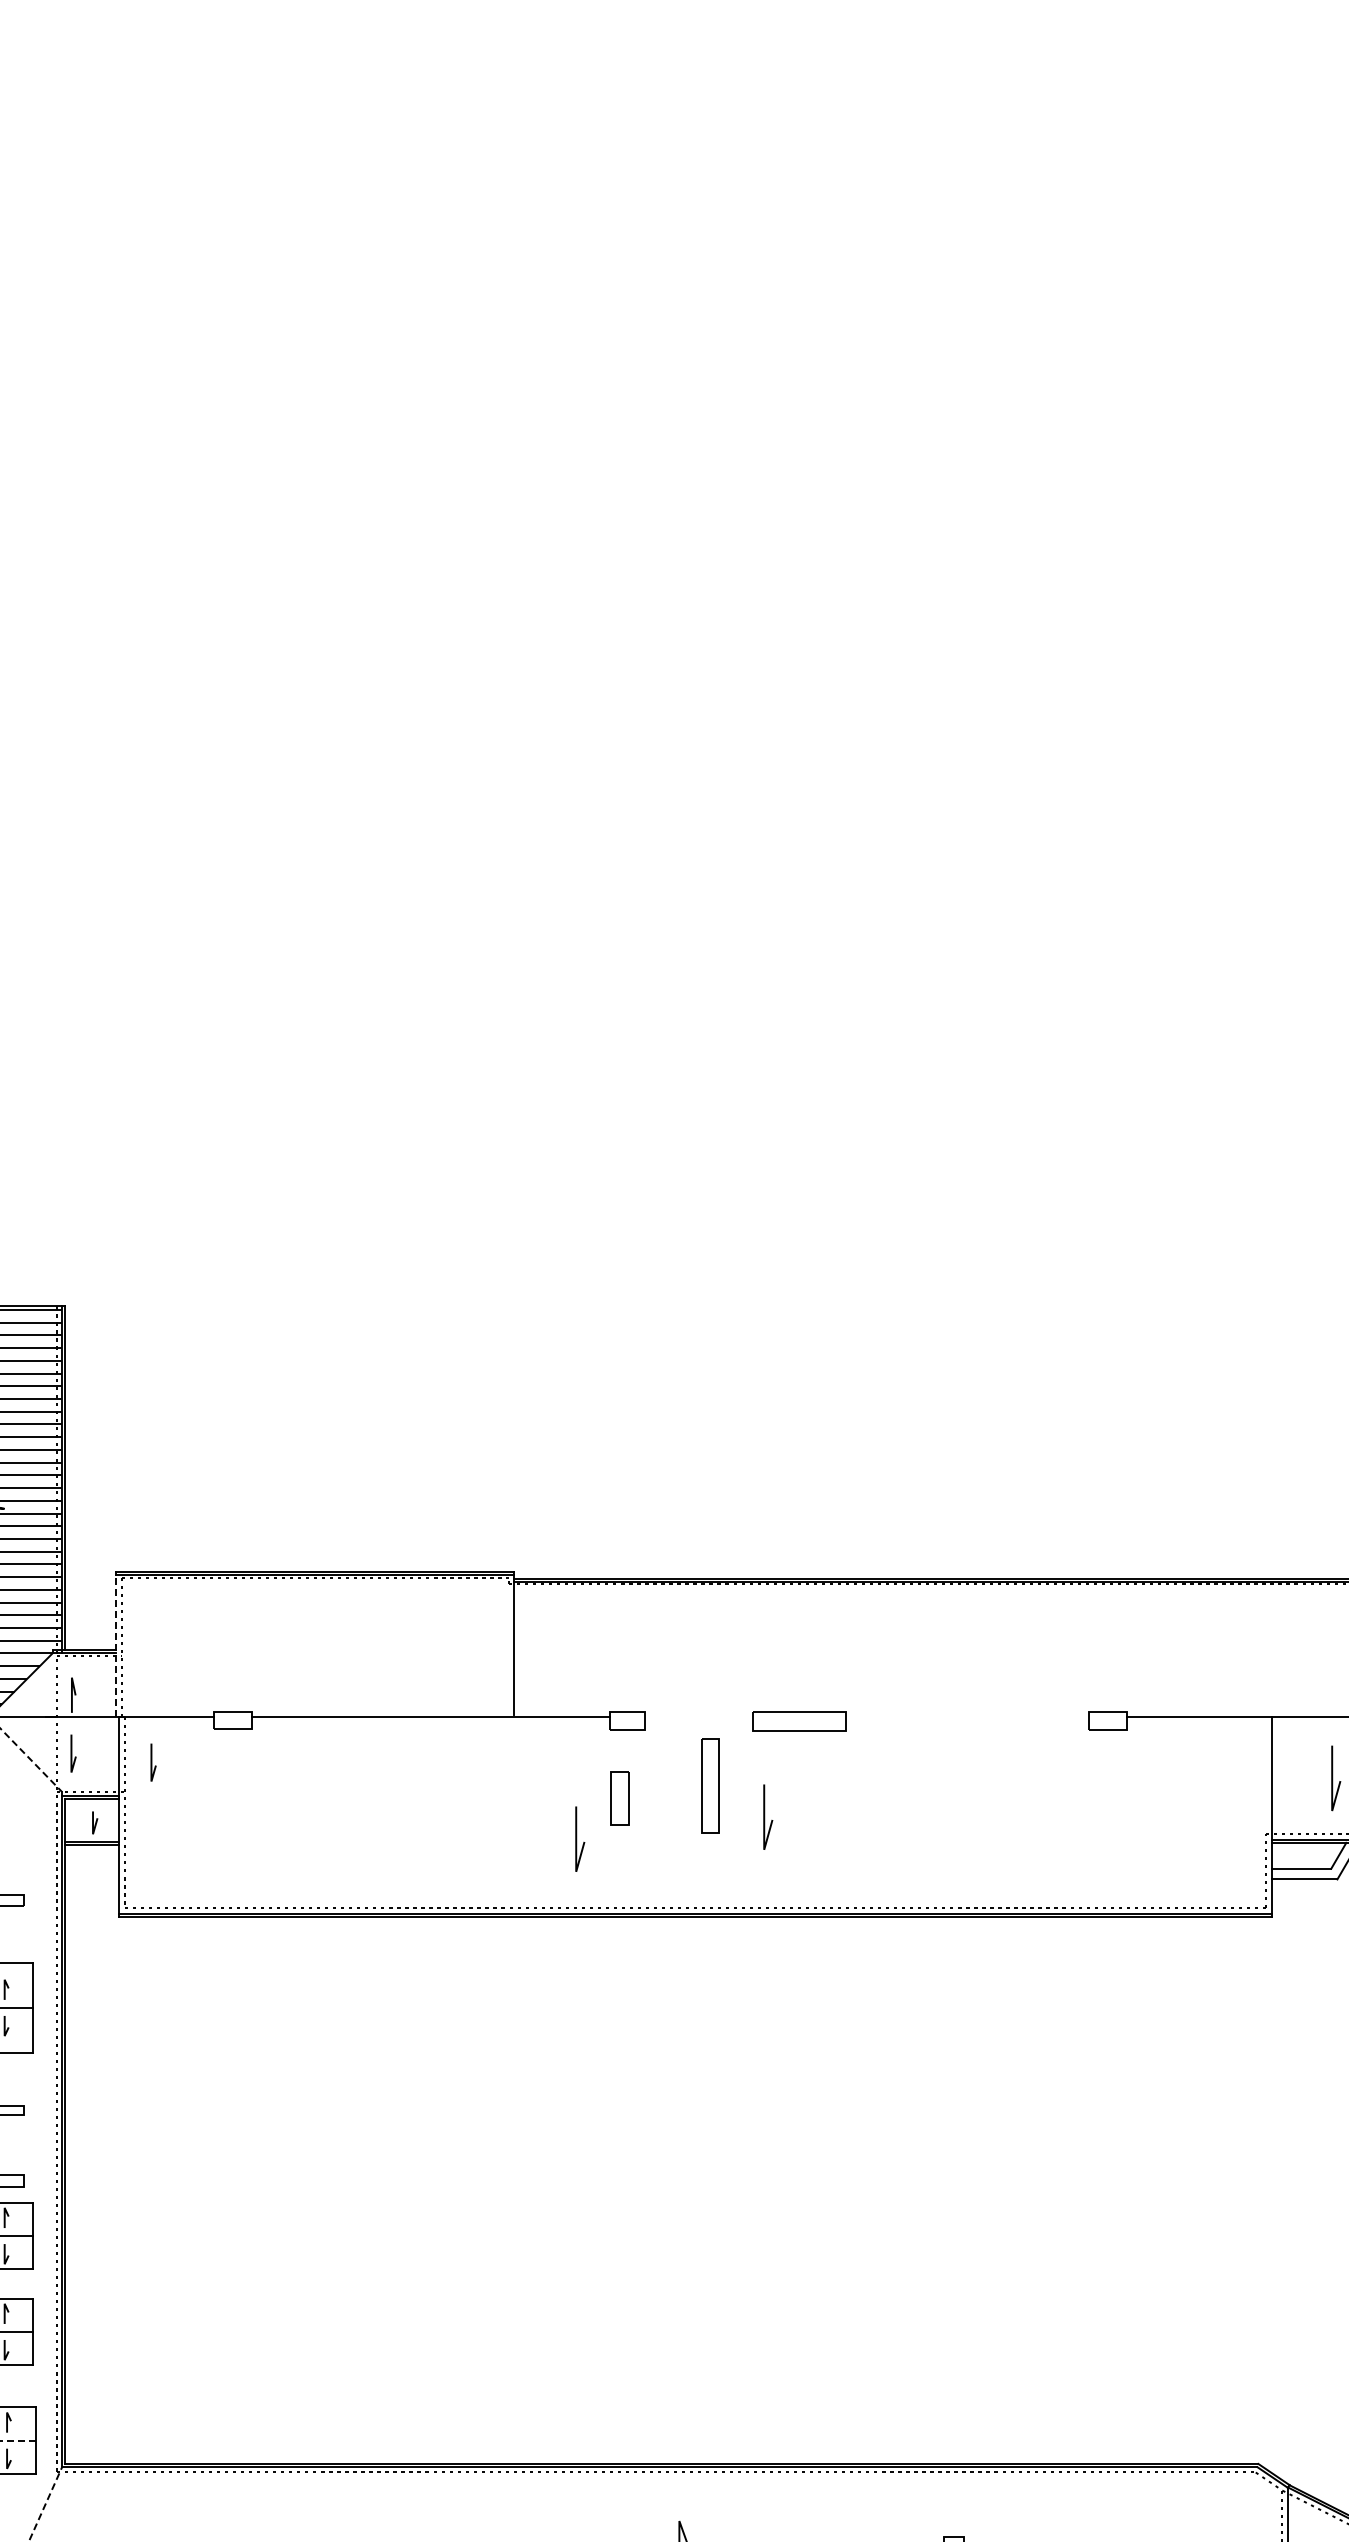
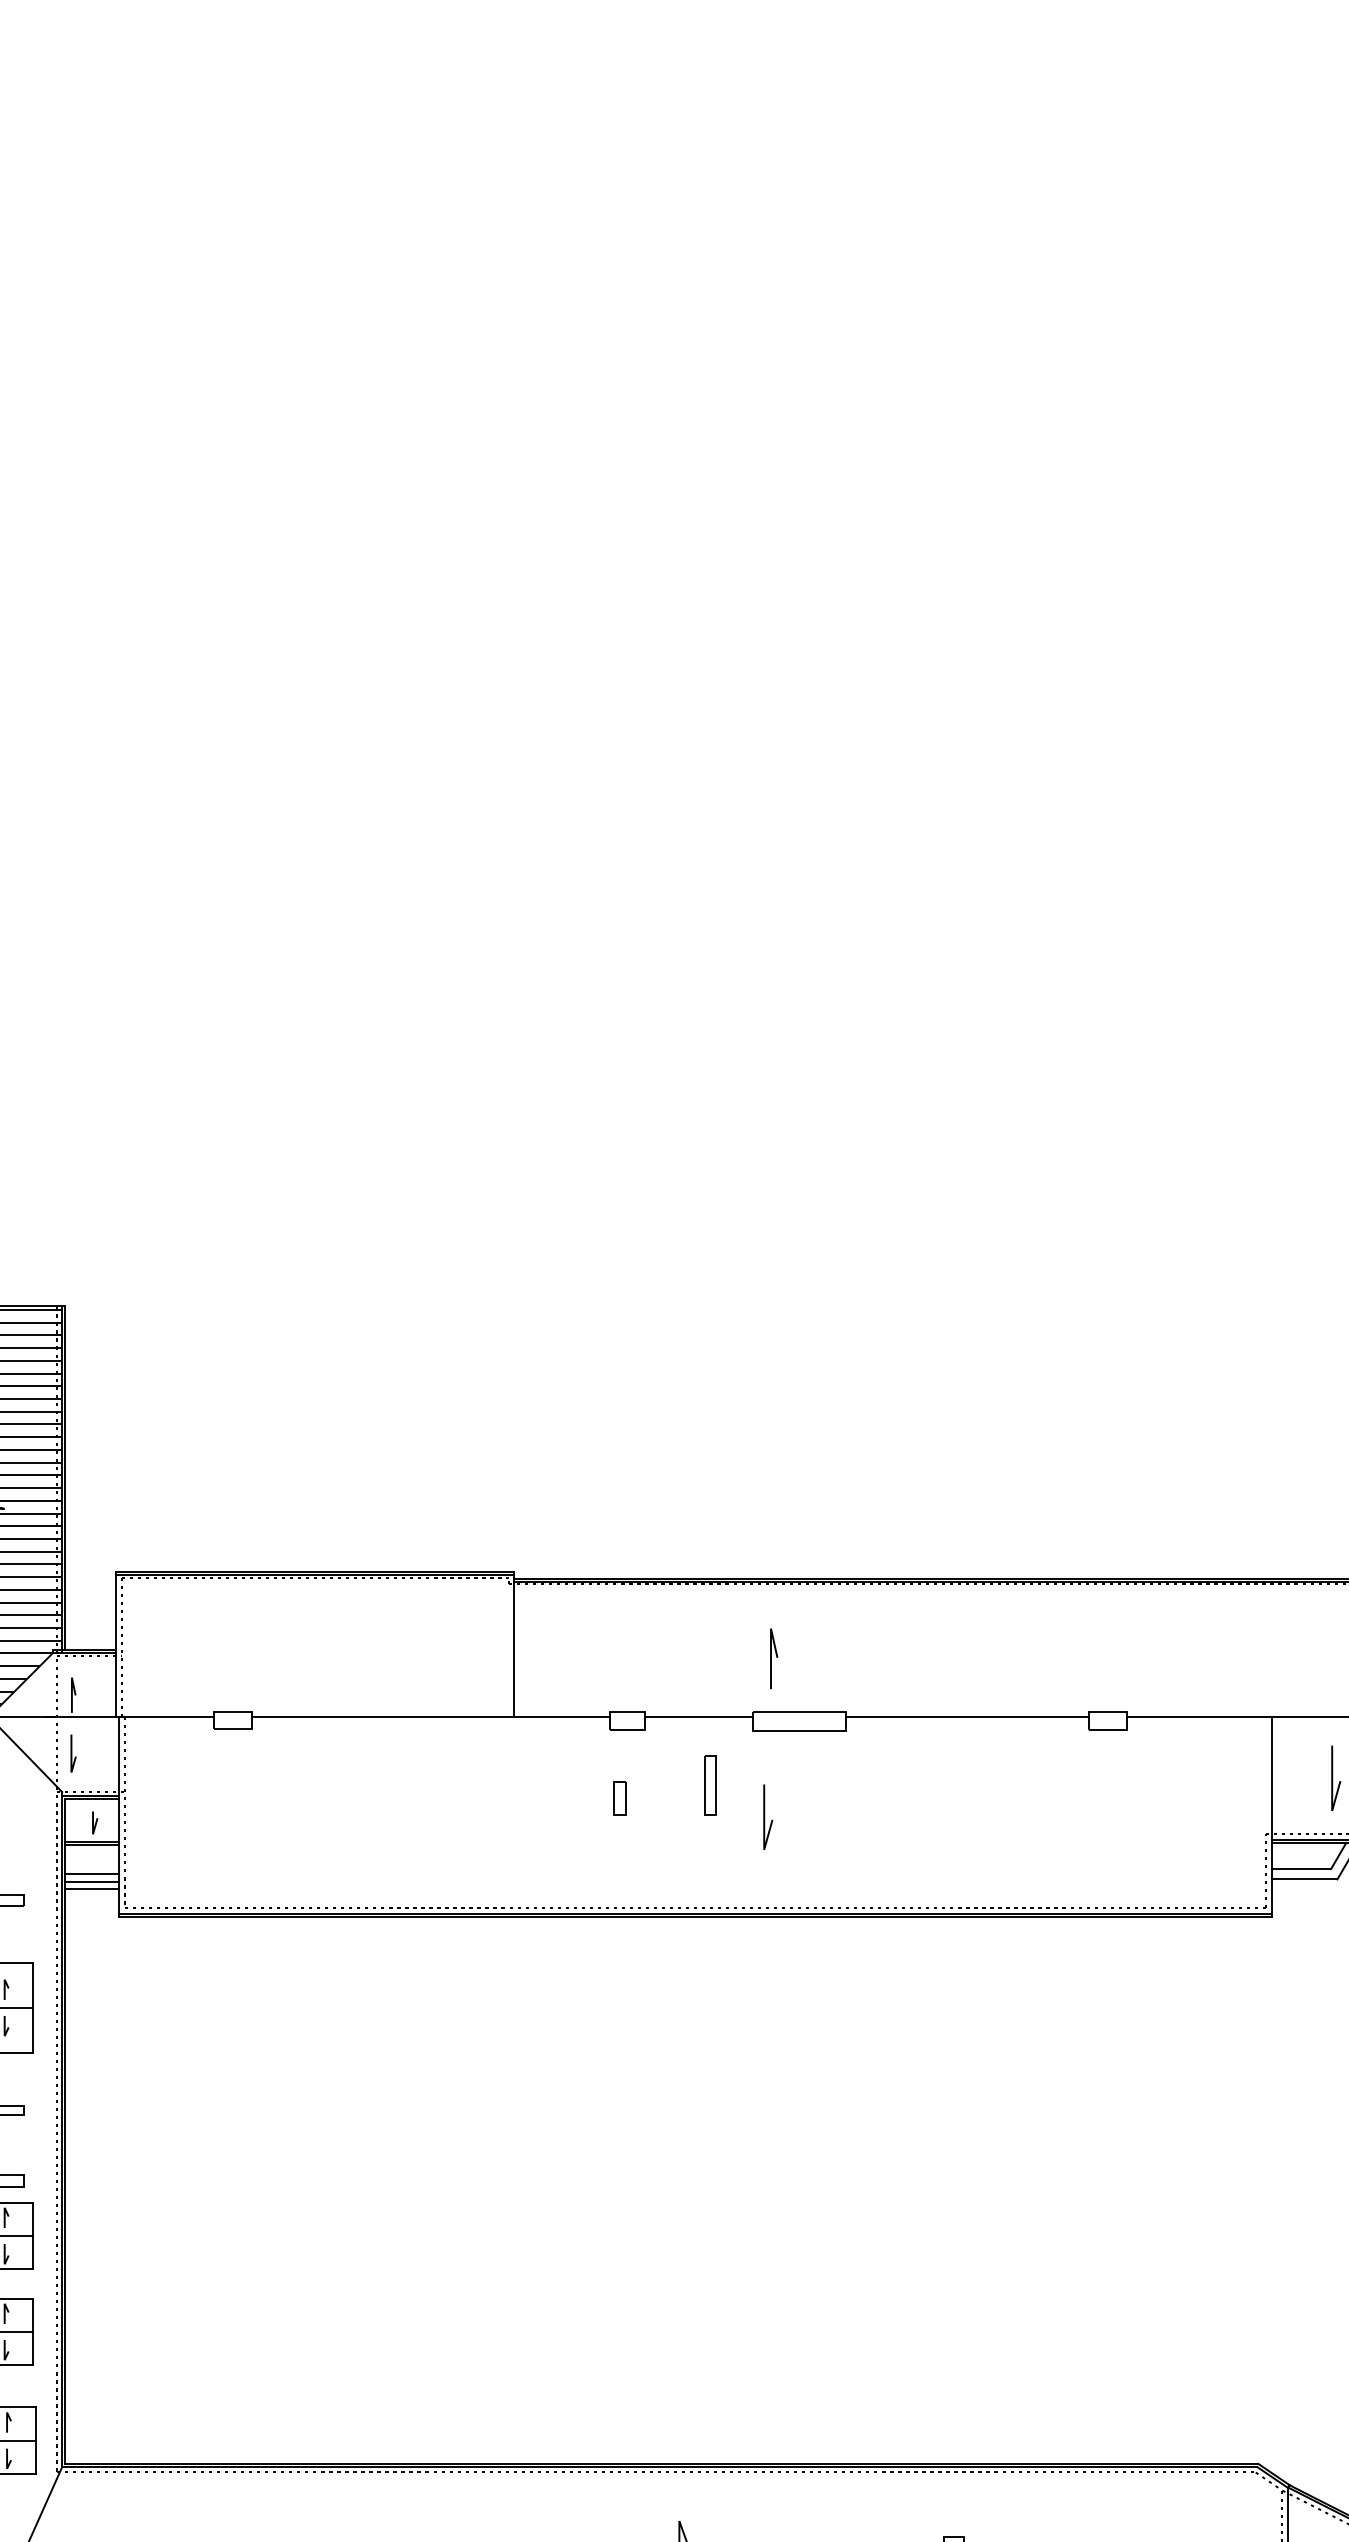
line at (116, 1646): dashed -> solid
line at (776, 1657): none -> present
line at (698, 1717): none -> present
line at (966, 1717): none -> present
line at (31, 1760): dashed -> solid
line at (152, 1762): present -> none
part at (710, 1785) size: 19x96 px -> 13x61 px
part at (619, 1798) size: 20x55 px -> 14x35 px
line at (577, 1838): present -> none
line at (92, 1874): none -> present
line at (92, 1881): none -> present
line at (92, 1889): none -> present
line at (17, 2440): dashed -> solid
line at (45, 2504): dashed -> solid
